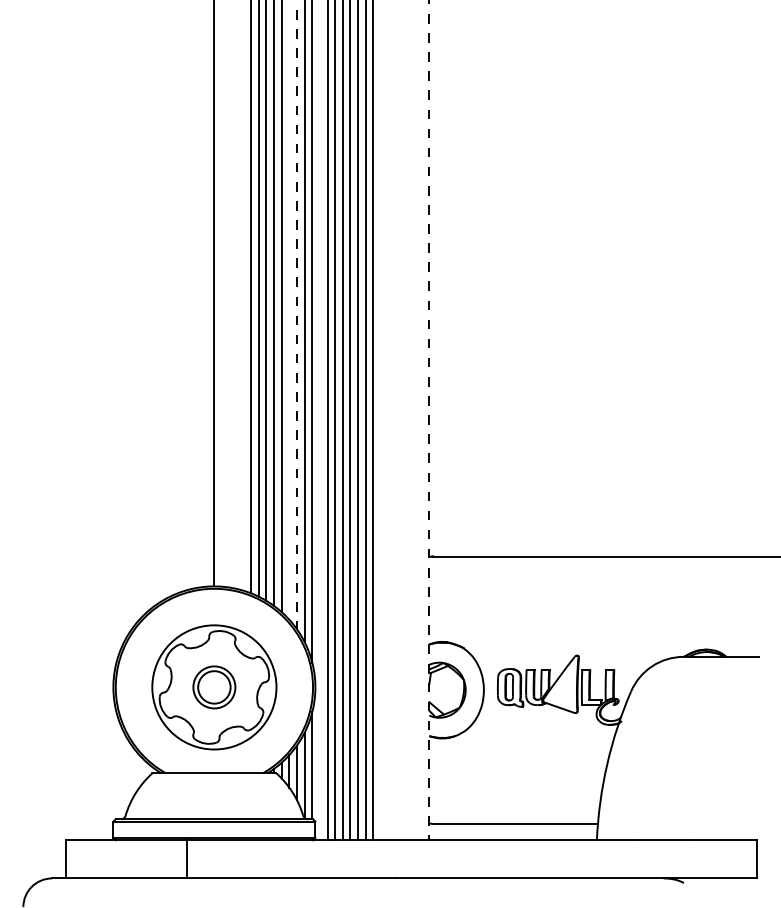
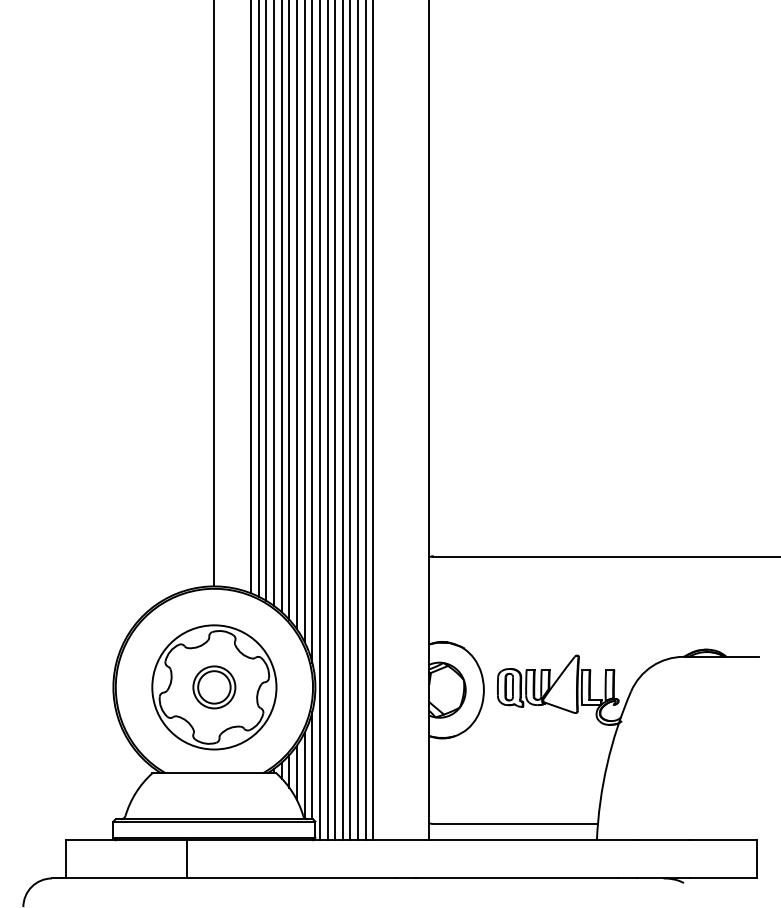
line at (289, 310): none -> present
line at (297, 315): dashed -> solid
line at (429, 420): dashed -> solid
line at (319, 421): none -> present
